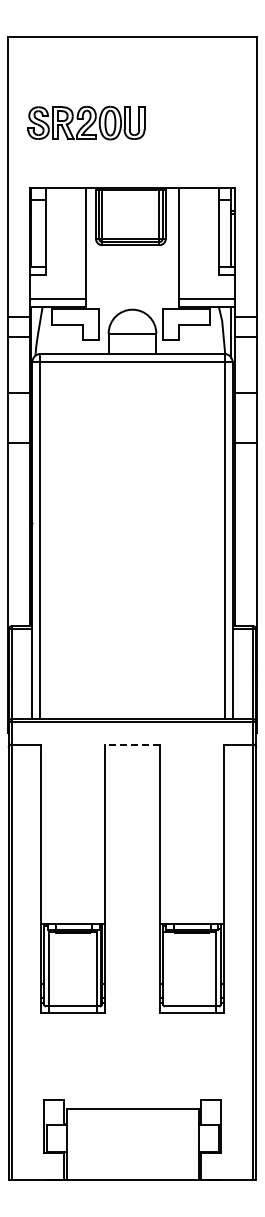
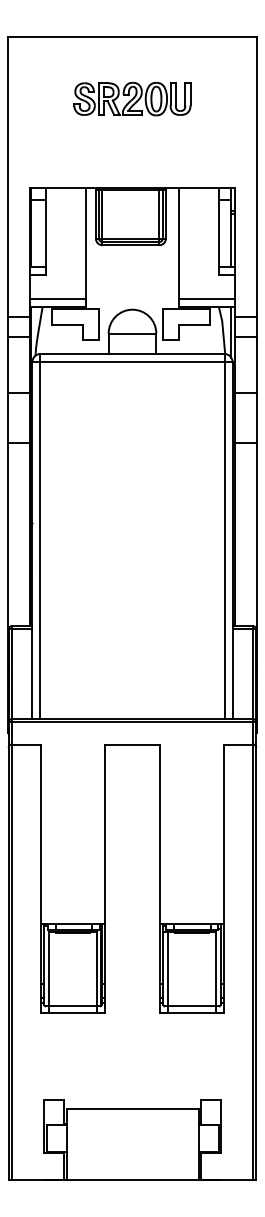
part at (86, 122) position: (86, 122) -> (132, 98)
line at (132, 744): dashed -> solid
line at (168, 971): none -> present
